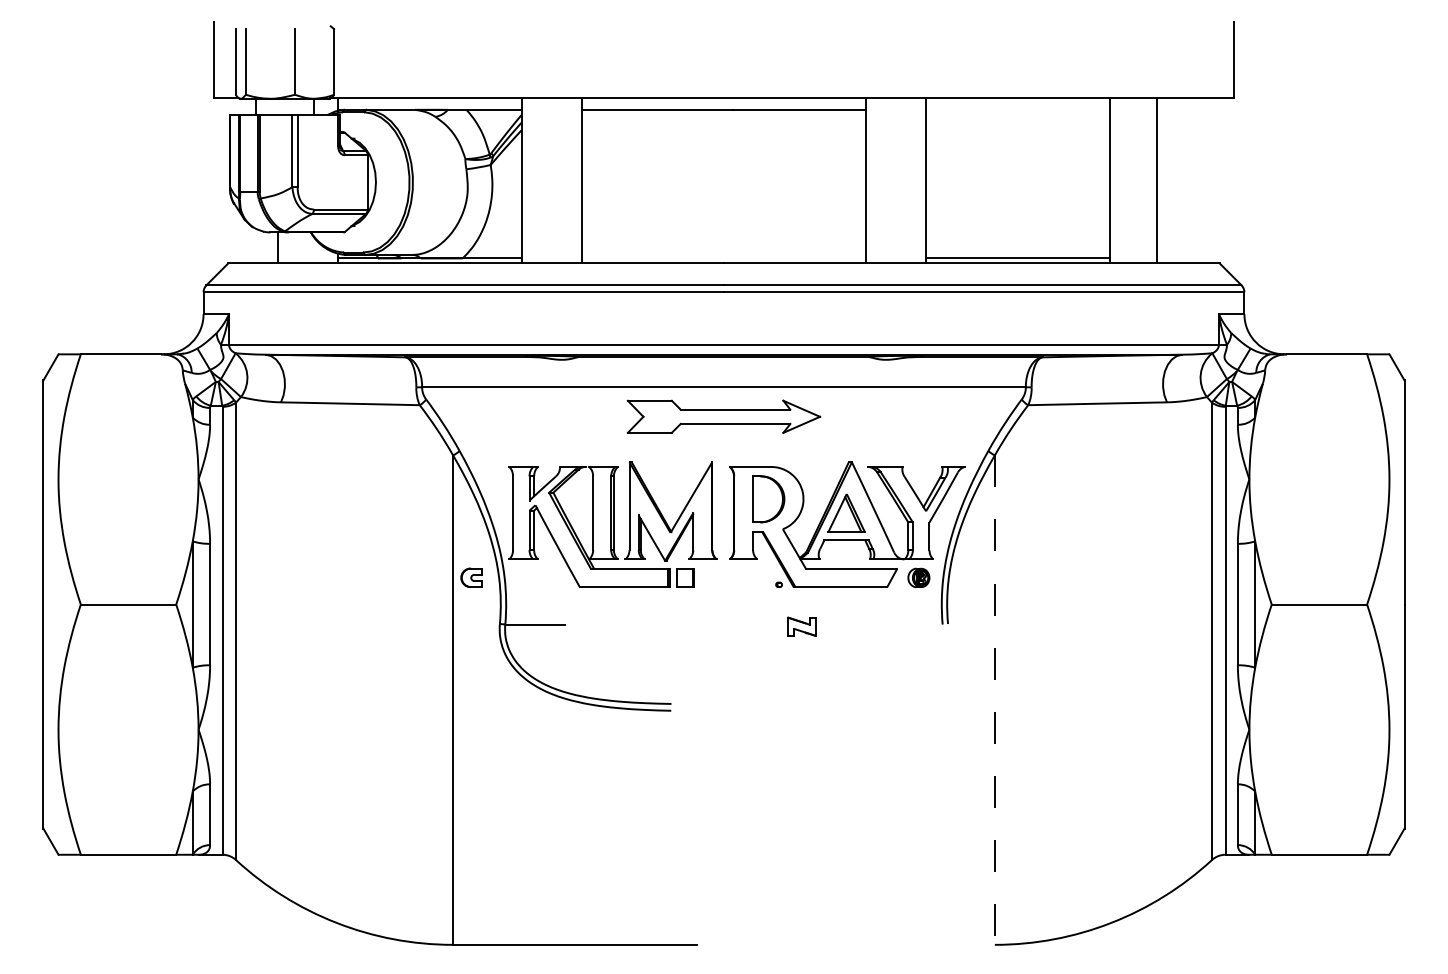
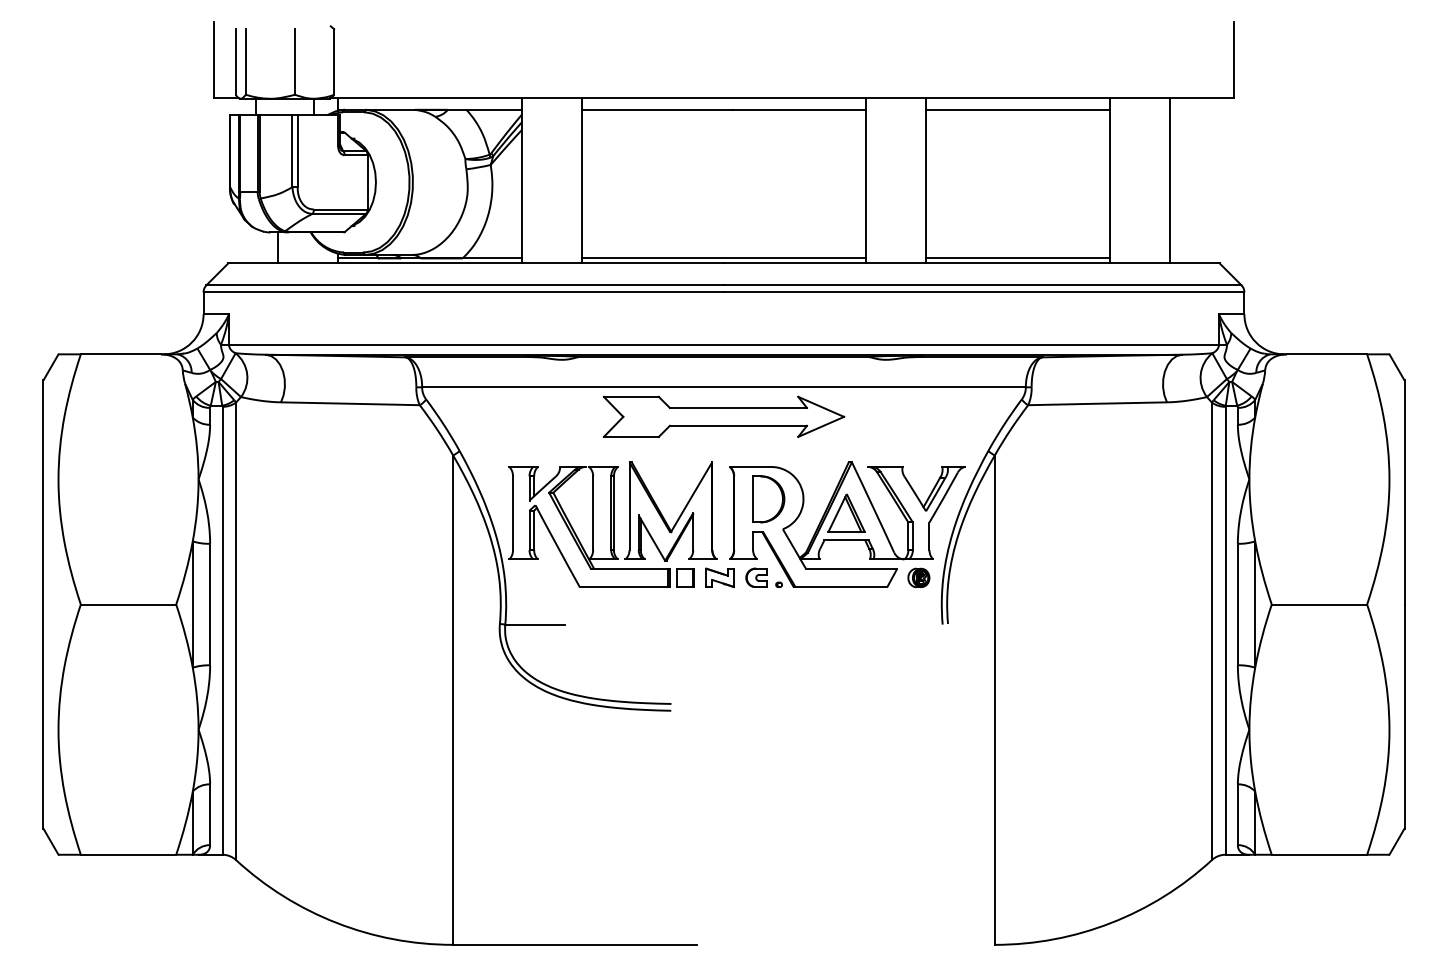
line at (1018, 109): none -> present
line at (1157, 180) position: (1157, 180) -> (1170, 180)
line at (723, 258): none -> present
part at (723, 416) size: 196x35 px -> 244x43 px
part at (471, 577) position: (471, 577) -> (756, 577)
part at (801, 626) position: (801, 626) -> (719, 577)
line at (994, 700): dashed -> solid
